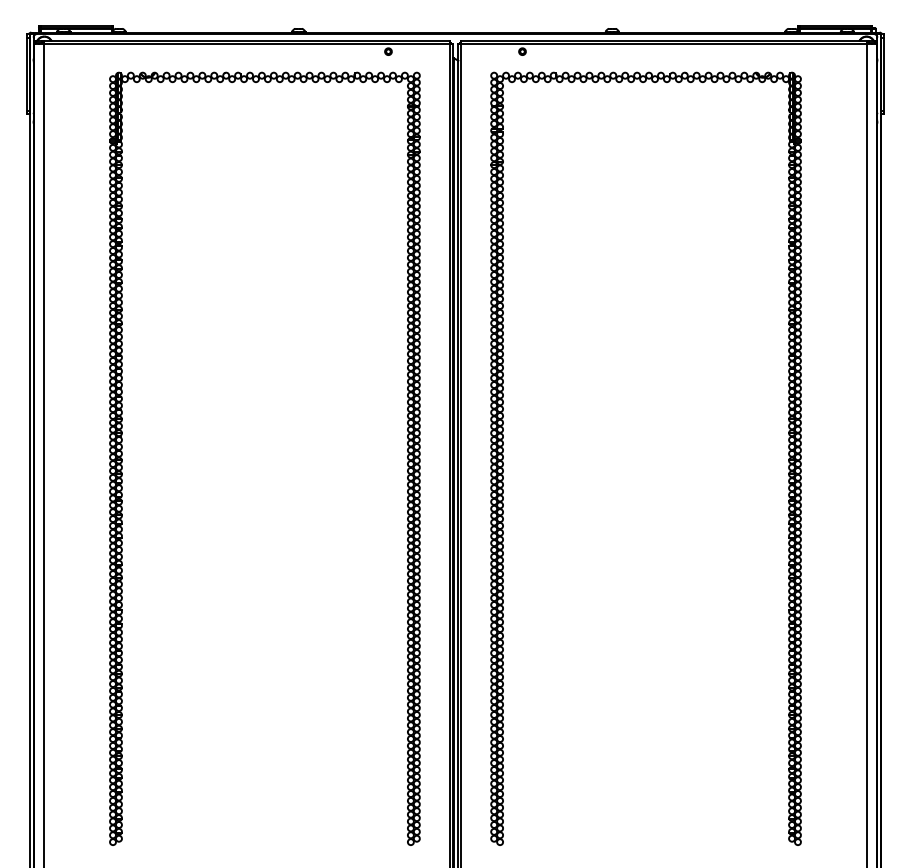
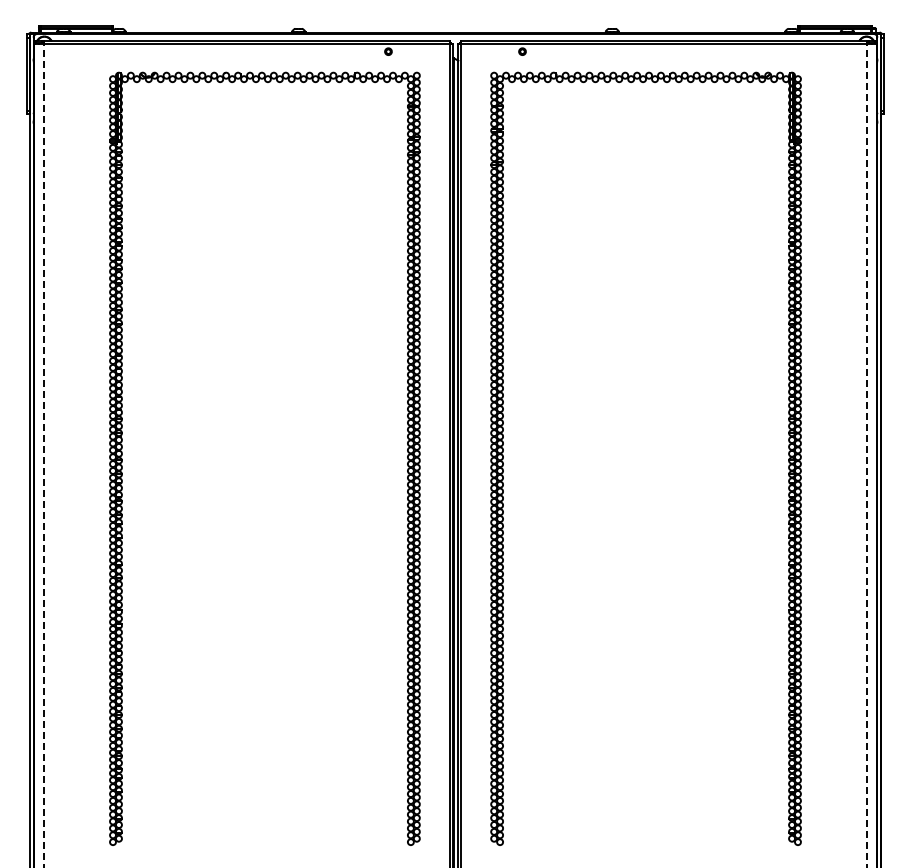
line at (43, 455): solid -> dashed
line at (867, 455): solid -> dashed
